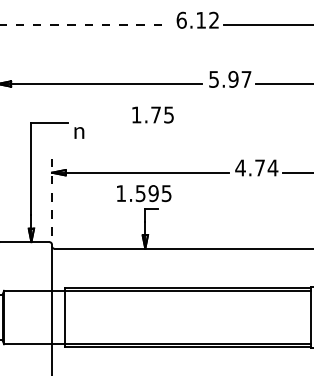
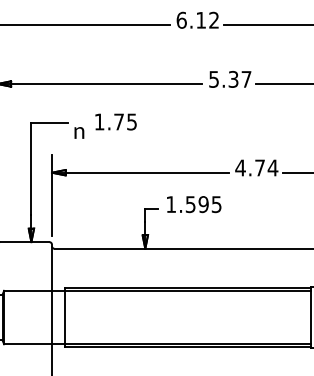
line at (85, 24): dashed -> solid
text at (233, 79): 5.97 -> 5.37
text at (152, 114) position: (152, 114) -> (115, 121)
text at (144, 193) position: (144, 193) -> (194, 204)
line at (52, 195): dashed -> solid
